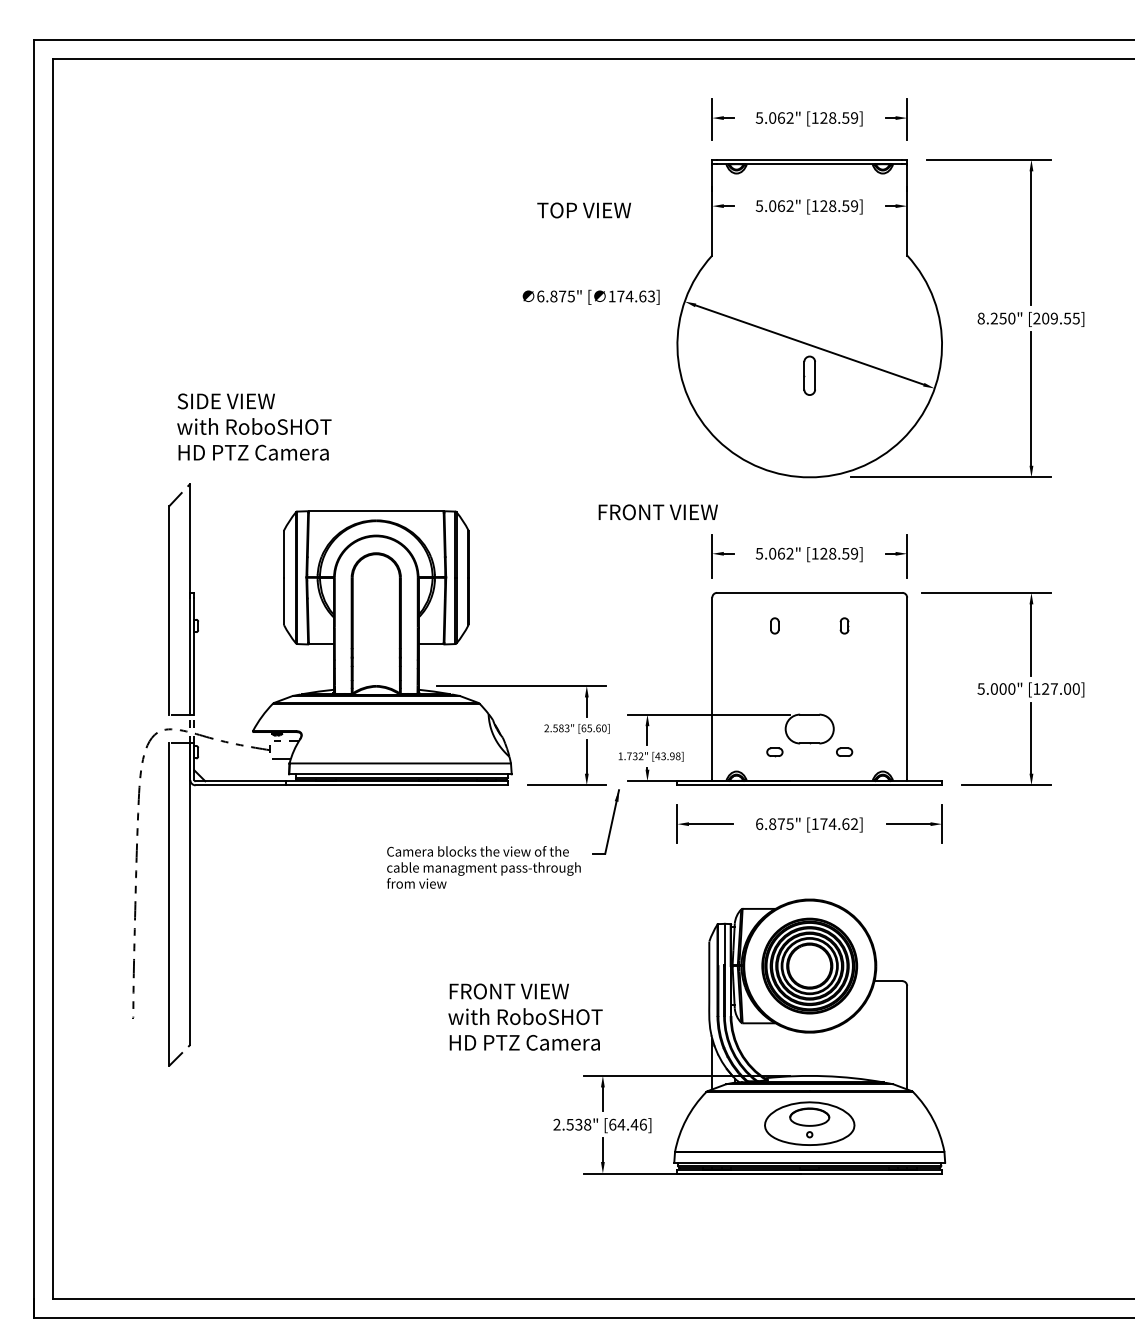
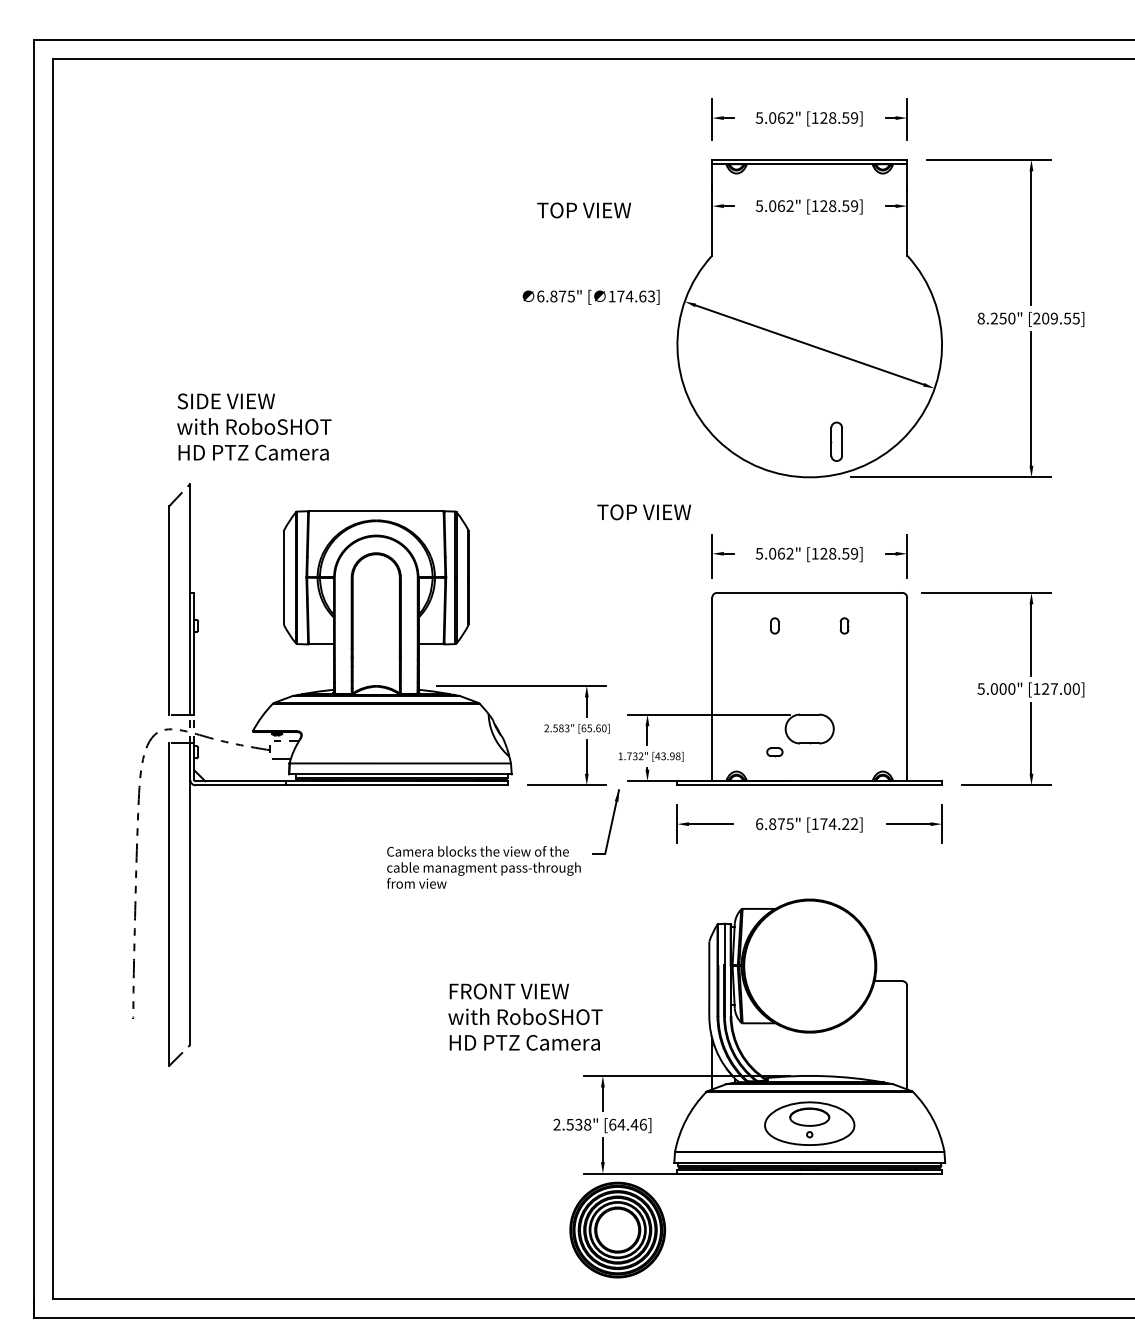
part at (809, 375) position: (809, 375) -> (836, 441)
text at (657, 512): FRONT VIEW -> TOP VIEW
part at (844, 751): present -> none
text at (845, 824): [174.62] -> [174.22]
part at (809, 965) position: (809, 965) -> (617, 1229)
